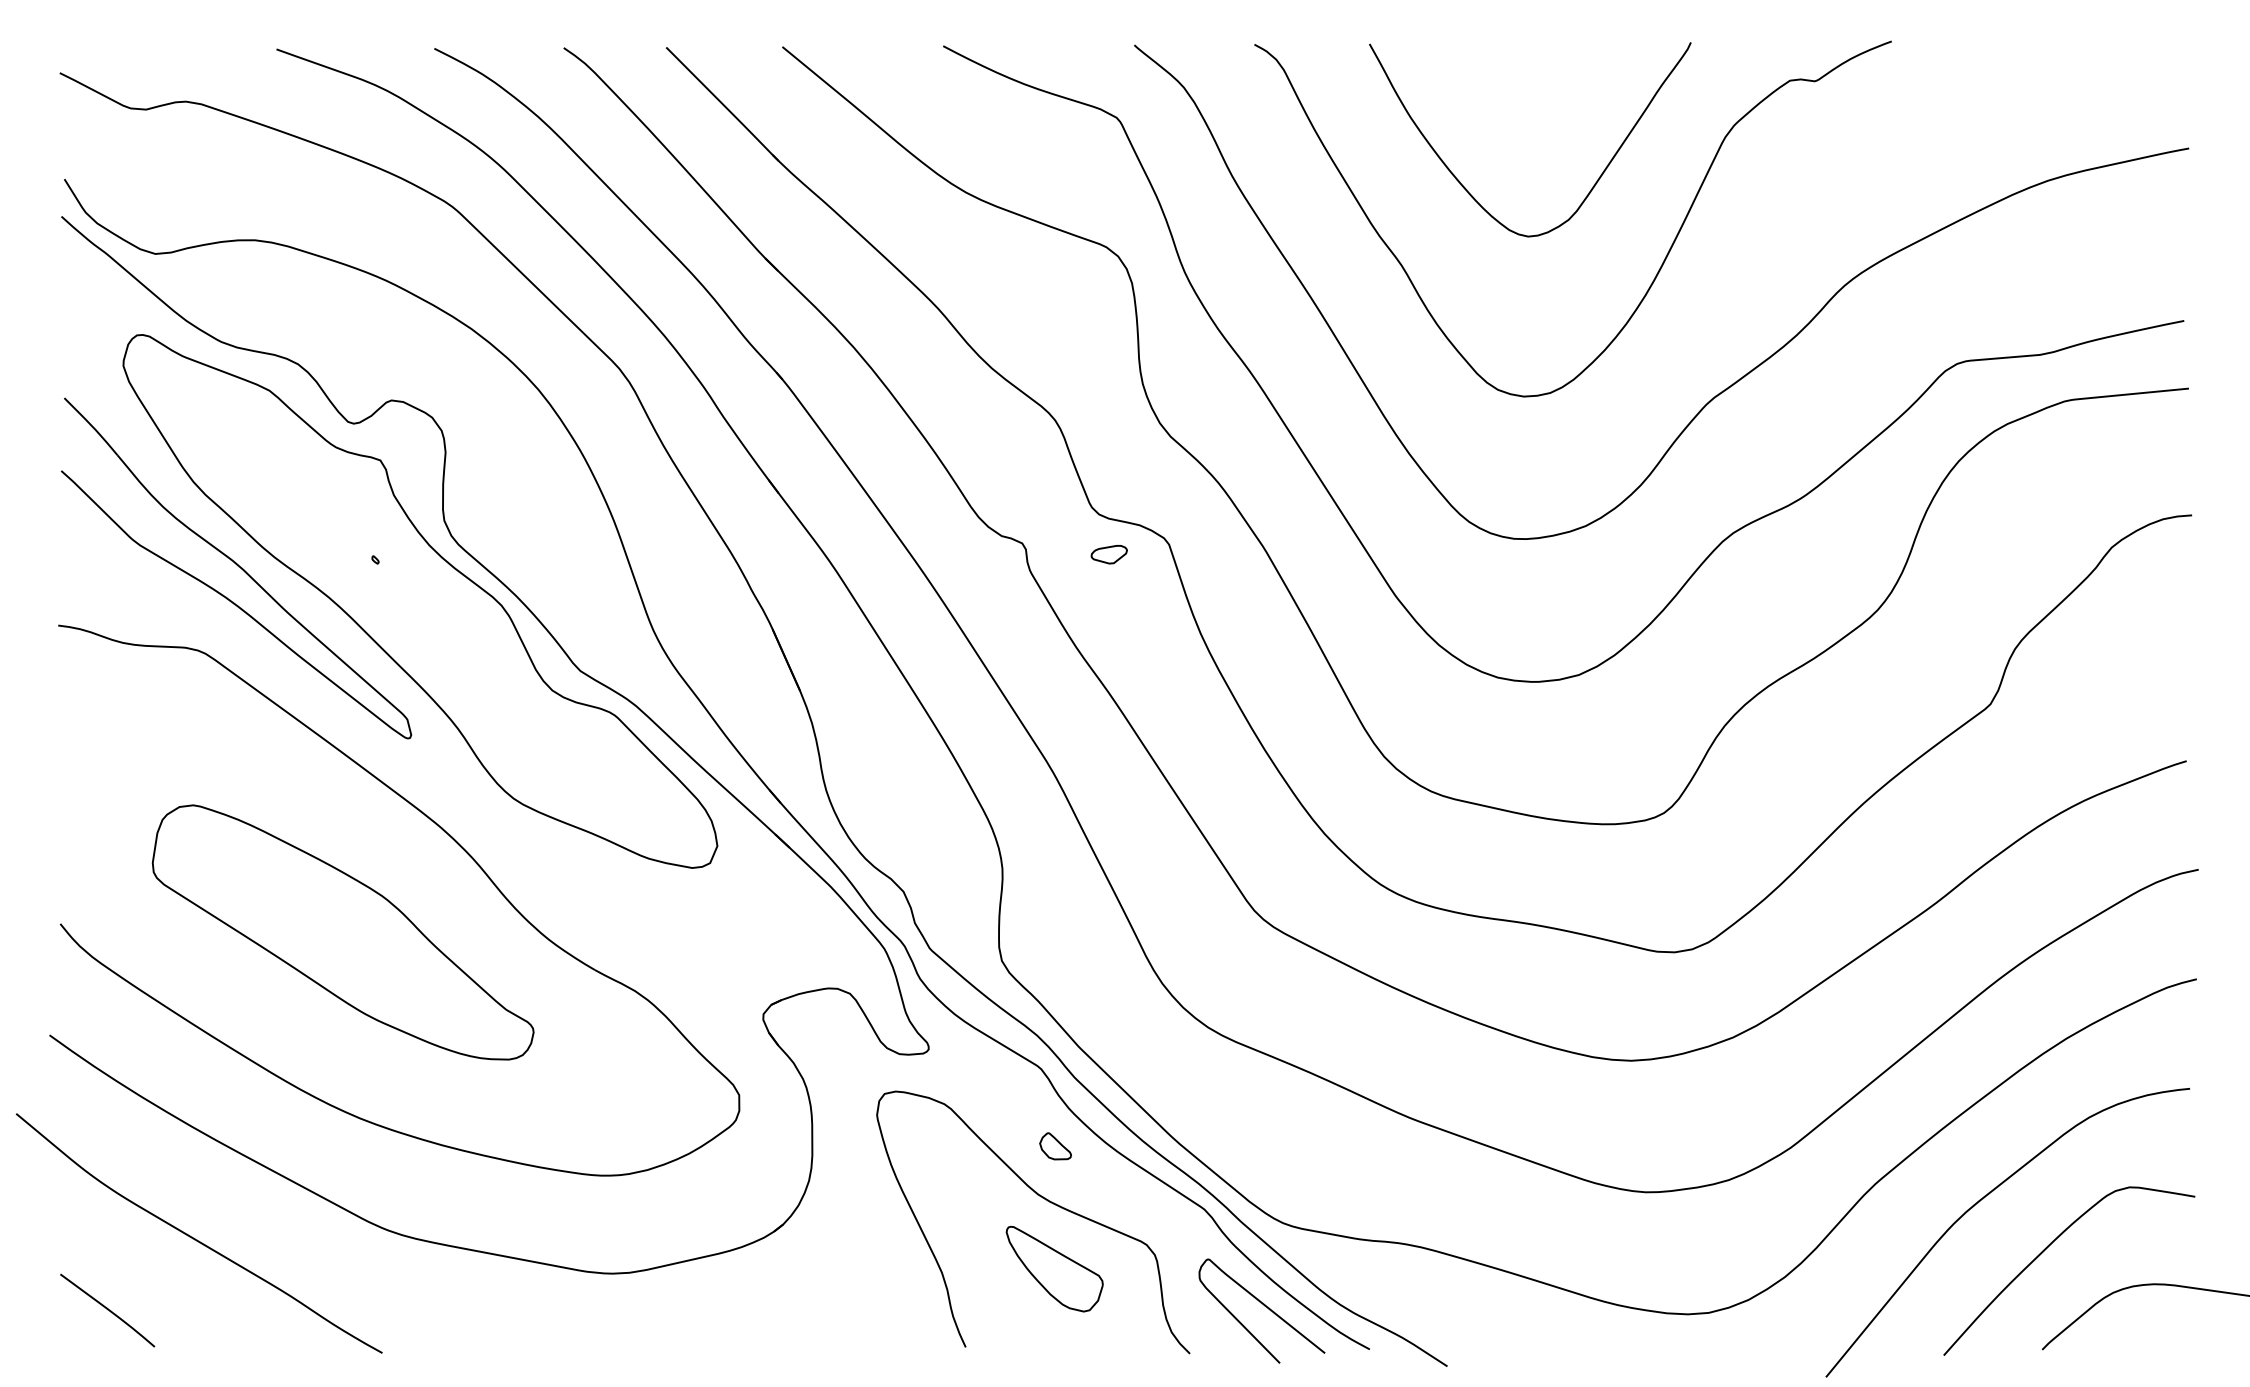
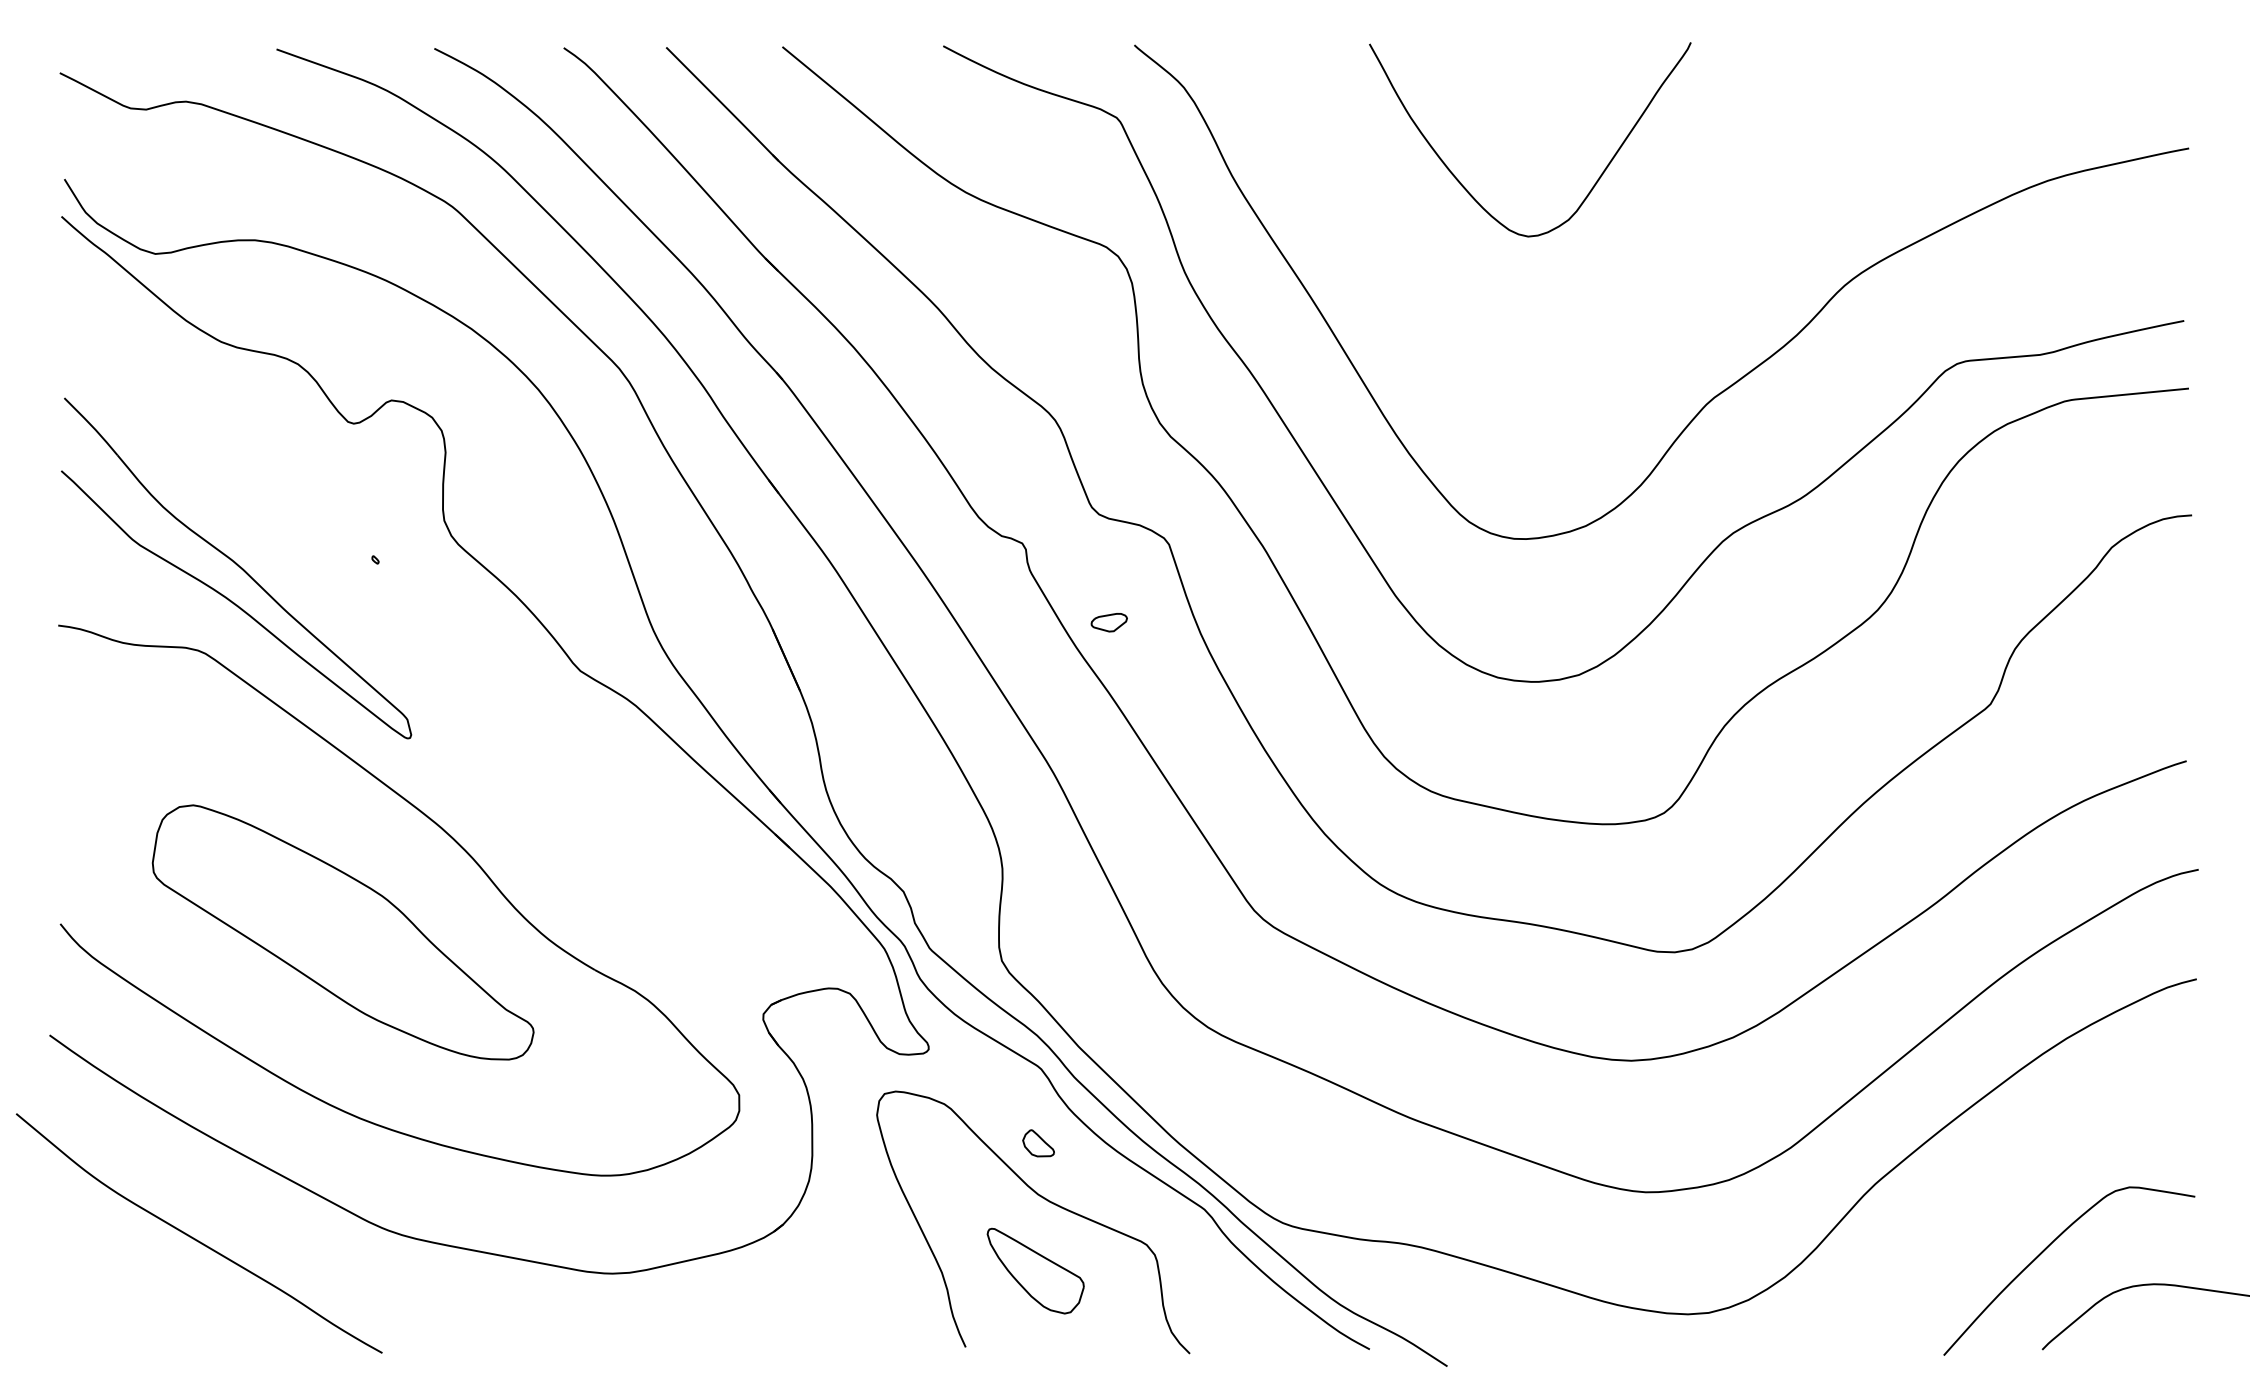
curve at (1657, 271): present -> none
part at (1108, 554) position: (1108, 554) -> (1108, 622)
part at (420, 601): present -> none
part at (1055, 1146) position: (1055, 1146) -> (1038, 1143)
curve at (1978, 1203): present -> none
part at (1054, 1268) position: (1054, 1268) -> (1035, 1270)
curve at (1264, 1306): present -> none
curve at (107, 1310): present -> none
